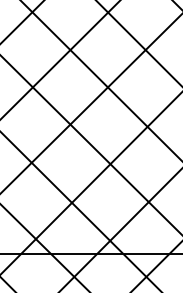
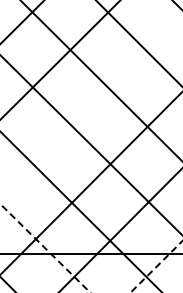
line at (90, 104): present -> none
line at (45, 248): solid -> dashed
line at (156, 266): solid -> dashed
